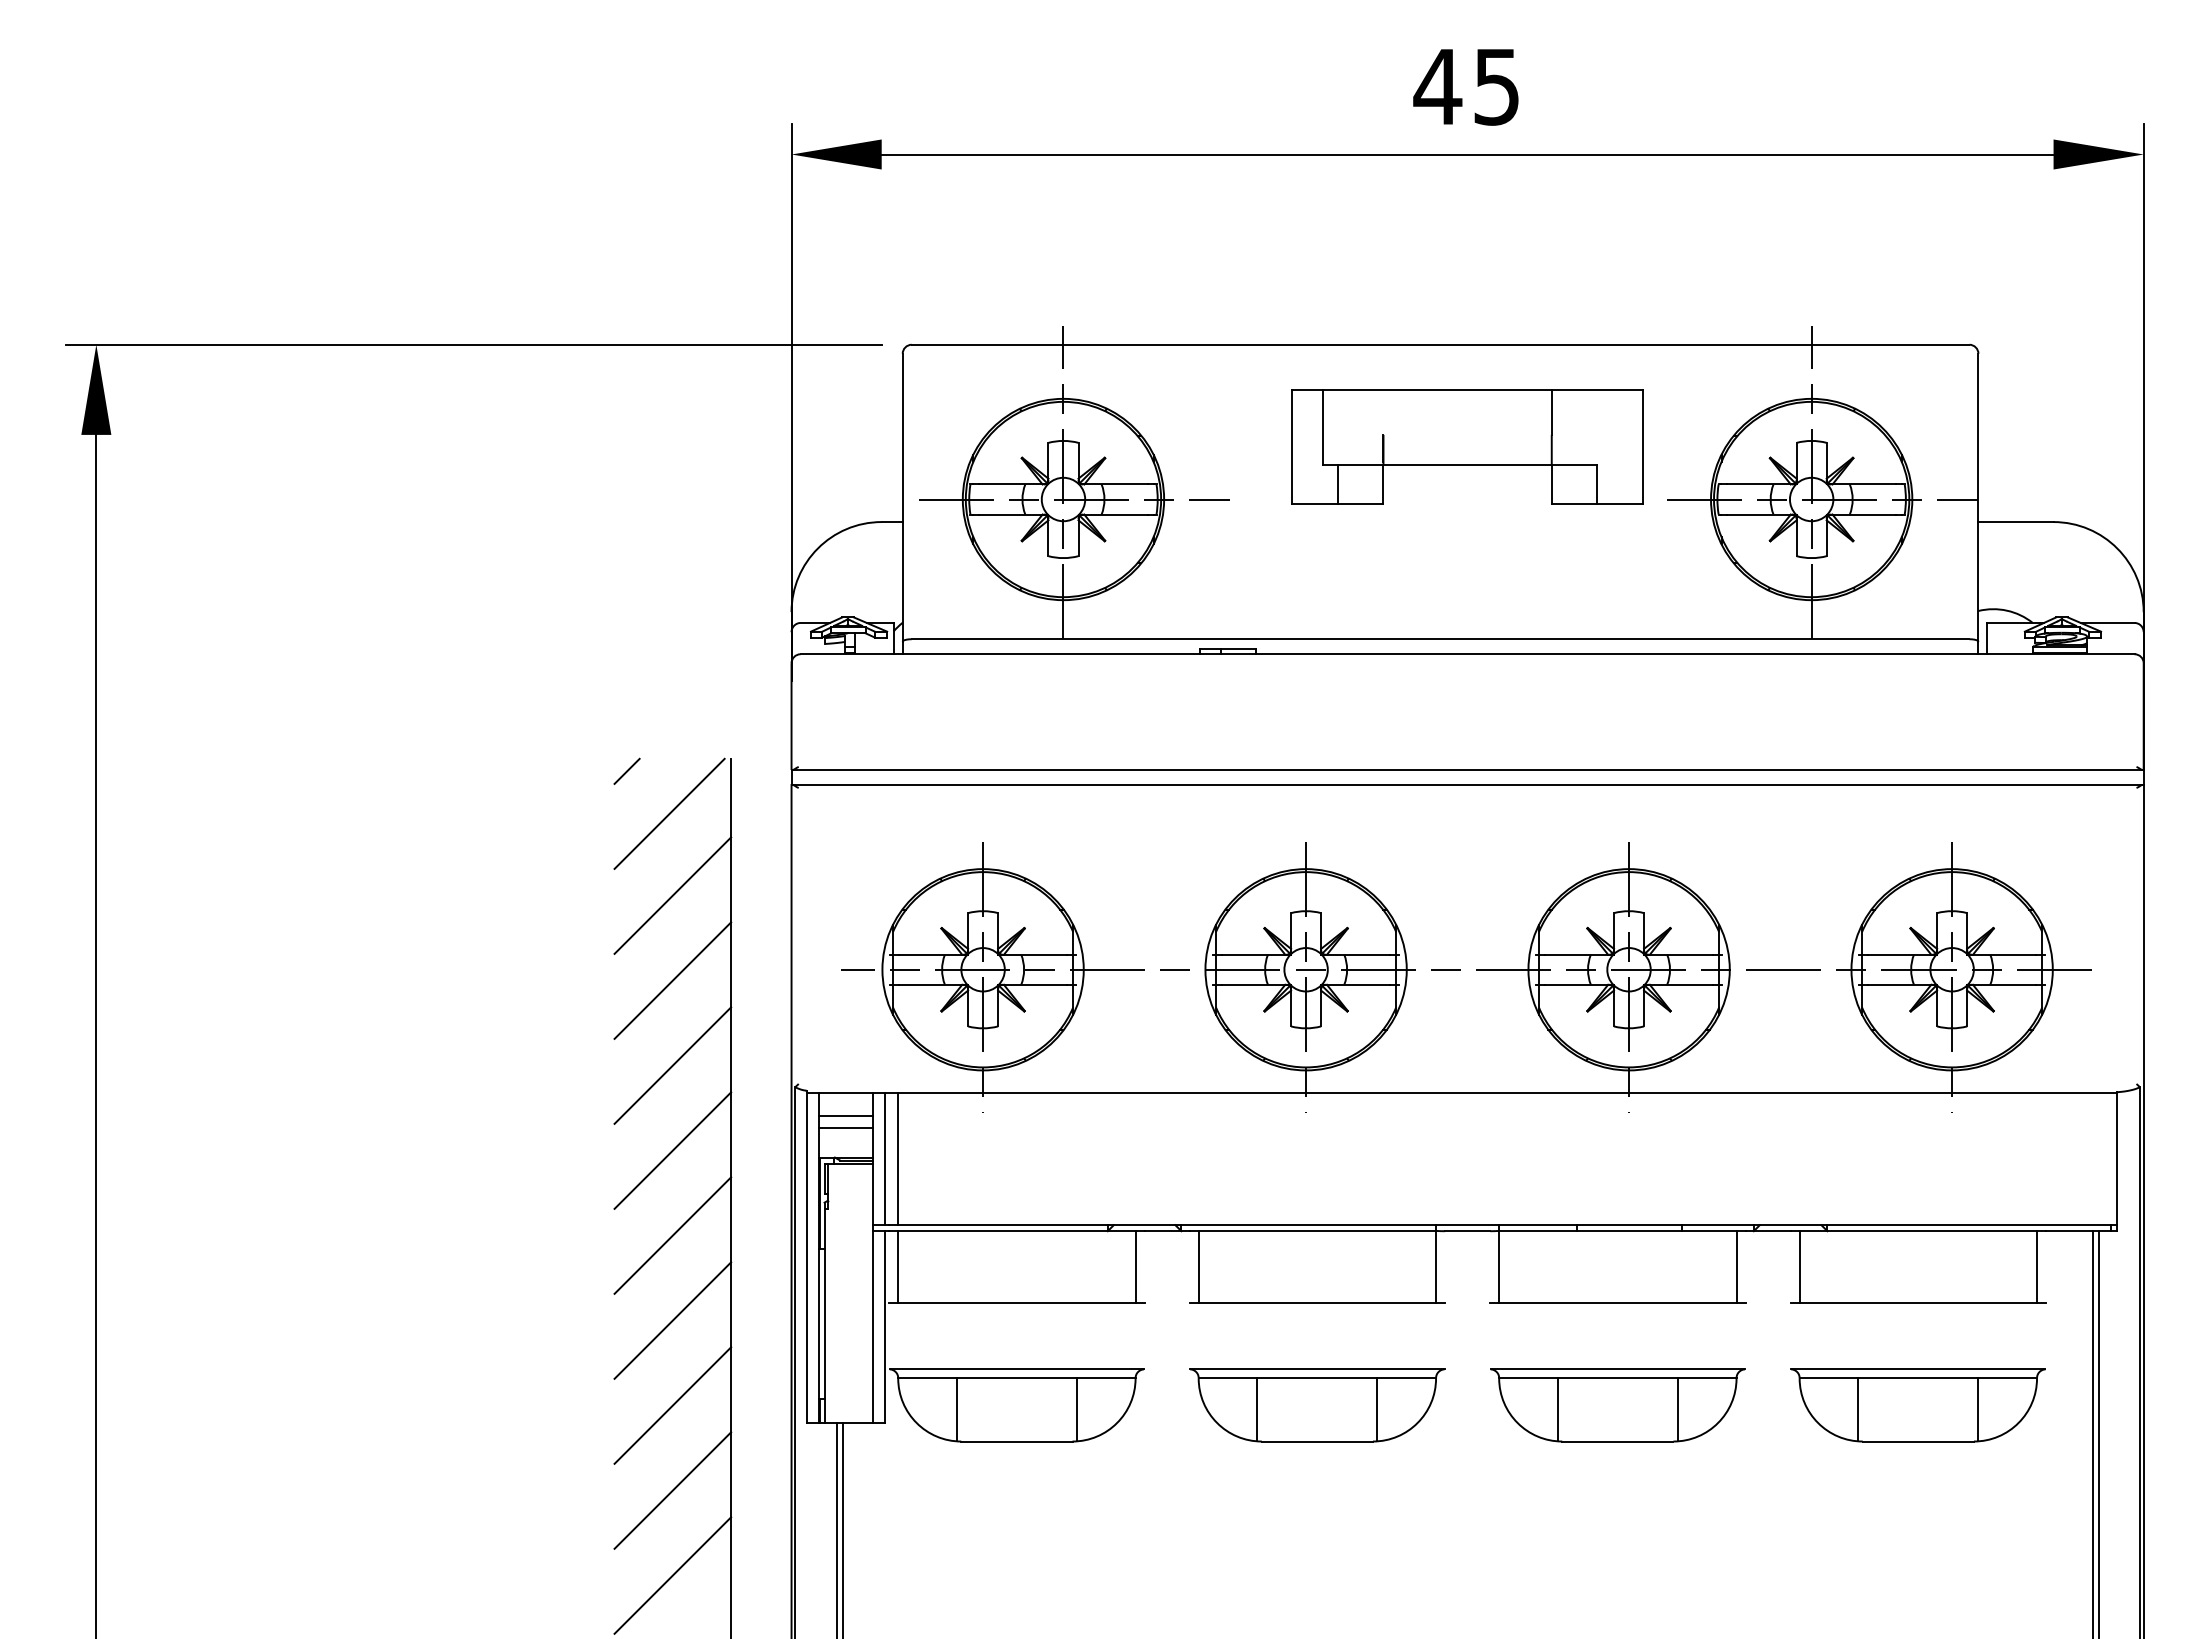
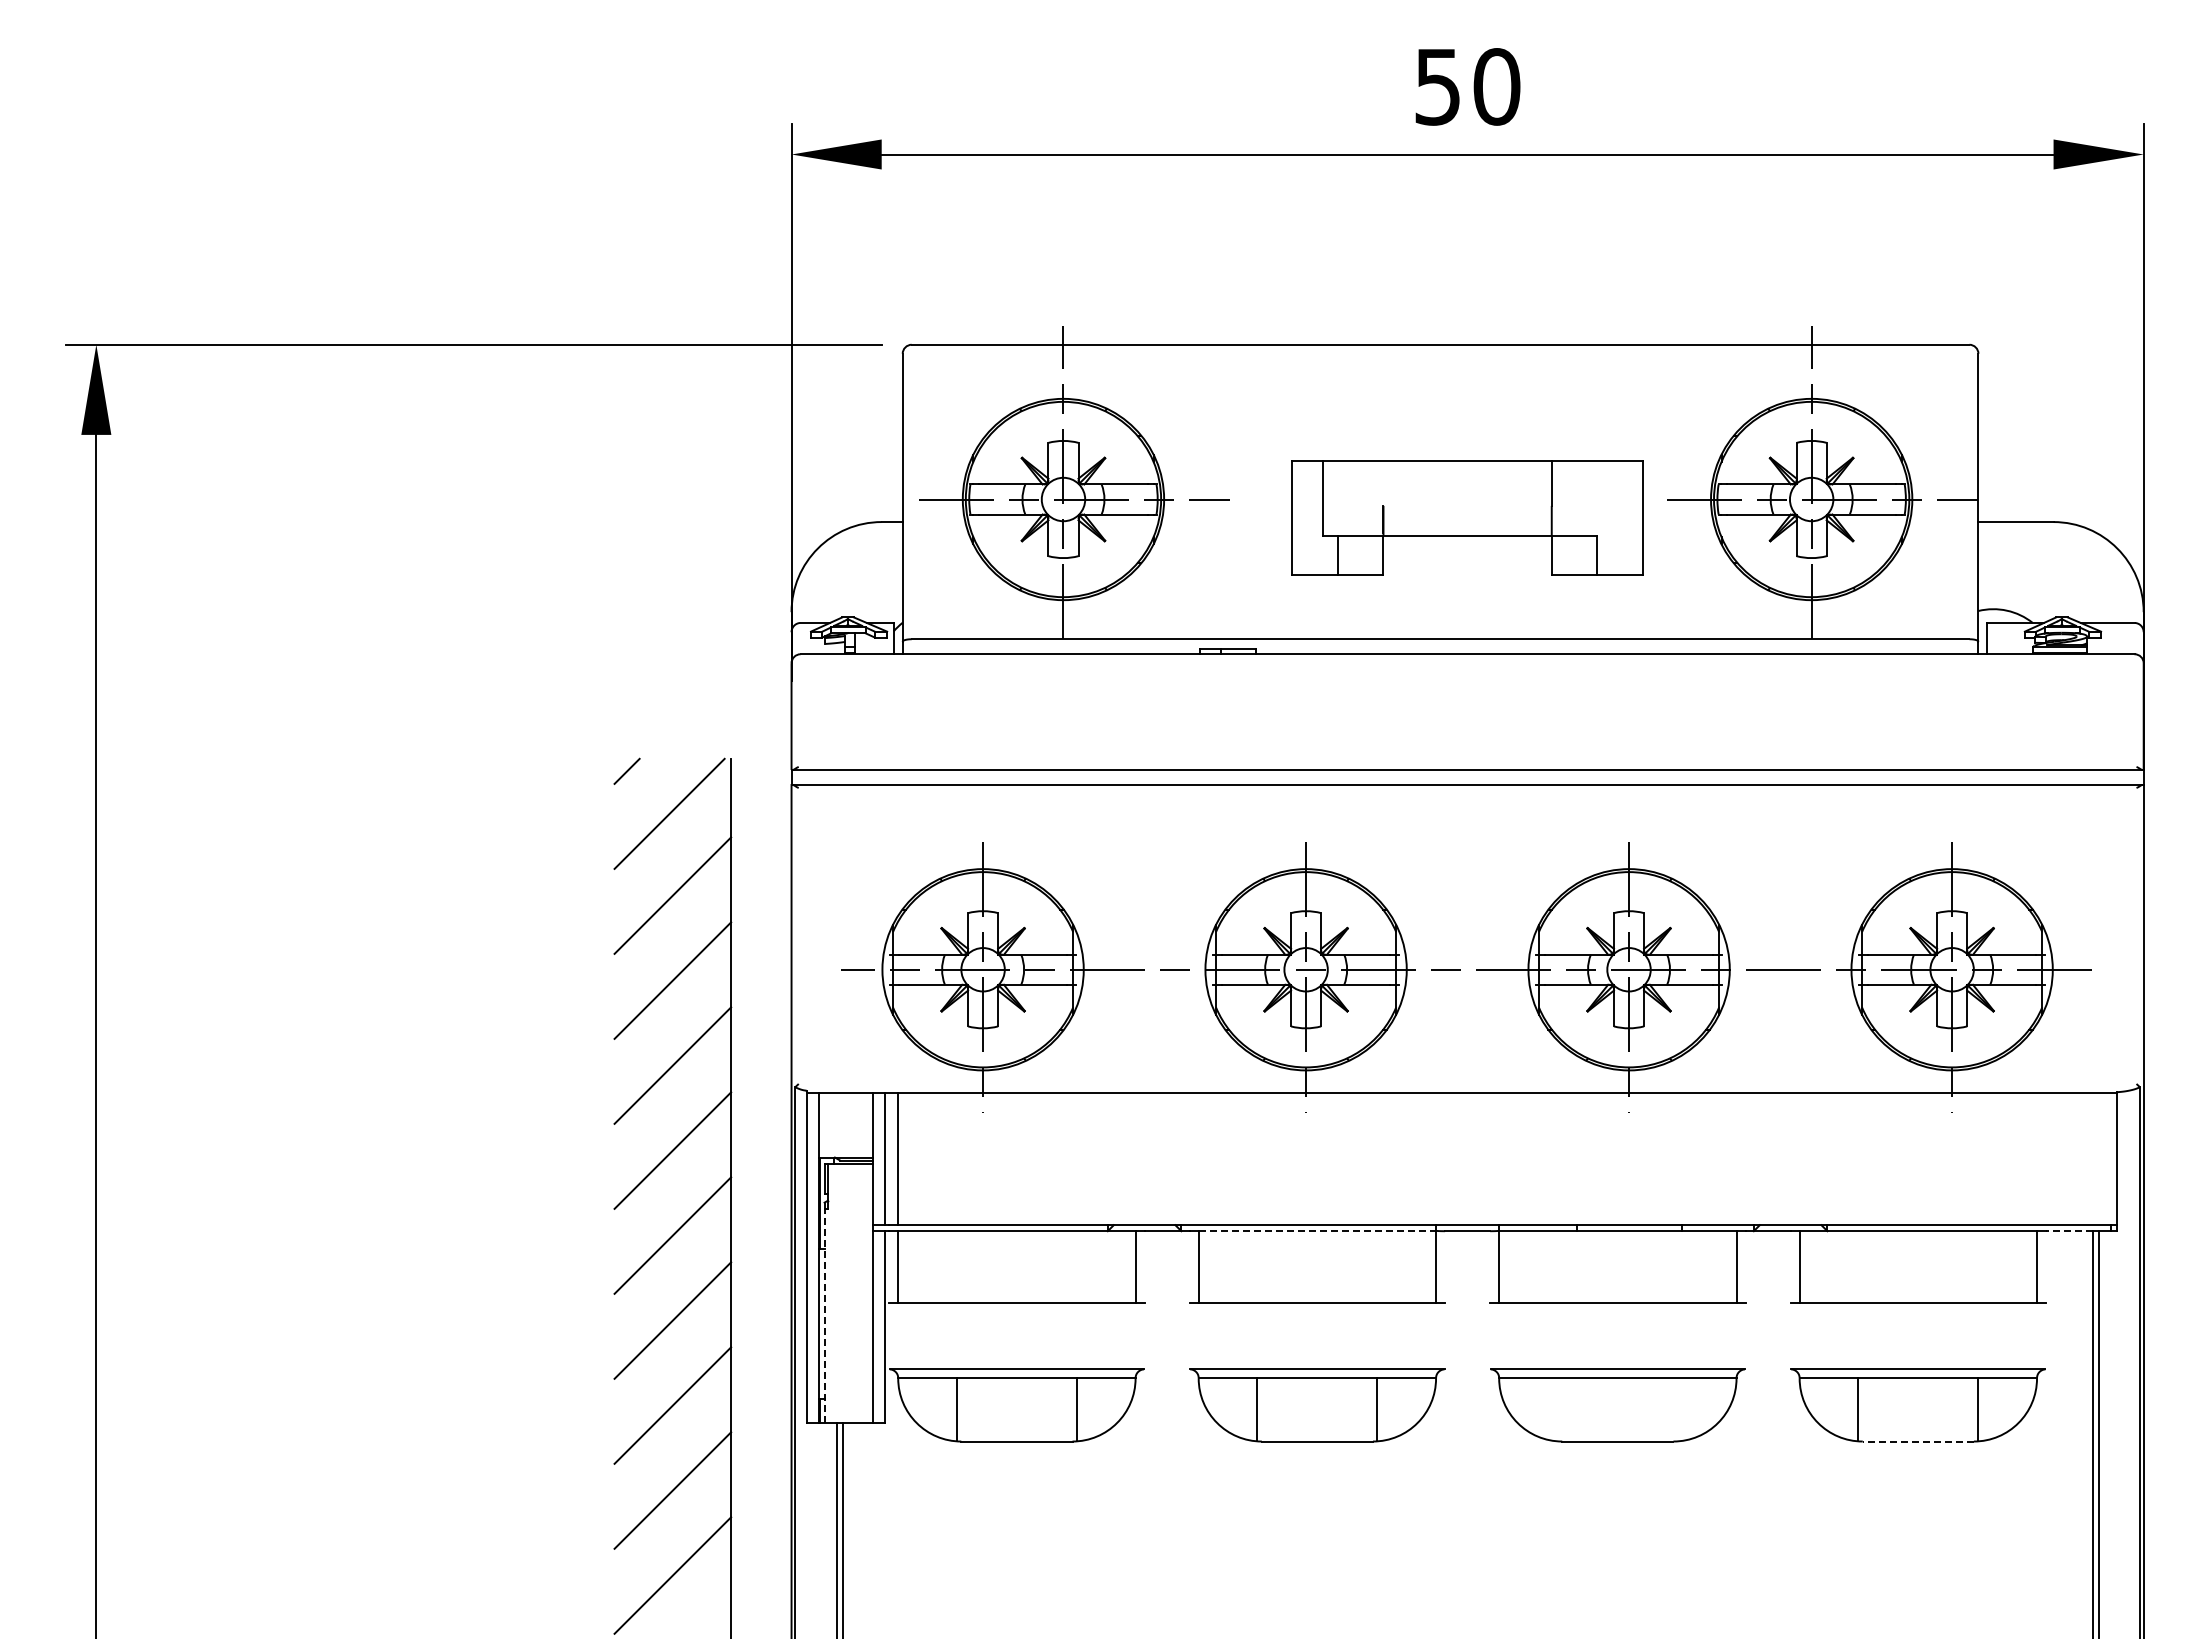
text at (1466, 86): 45 -> 50
part at (1467, 446) position: (1467, 446) -> (1467, 517)
line at (845, 1115): present -> none
line at (845, 1127): present -> none
line at (1317, 1231): solid -> dashed
line at (2068, 1231): solid -> dashed
line at (824, 1315): solid -> dashed
line at (1557, 1409): present -> none
line at (1677, 1409): present -> none
line at (1918, 1441): solid -> dashed
